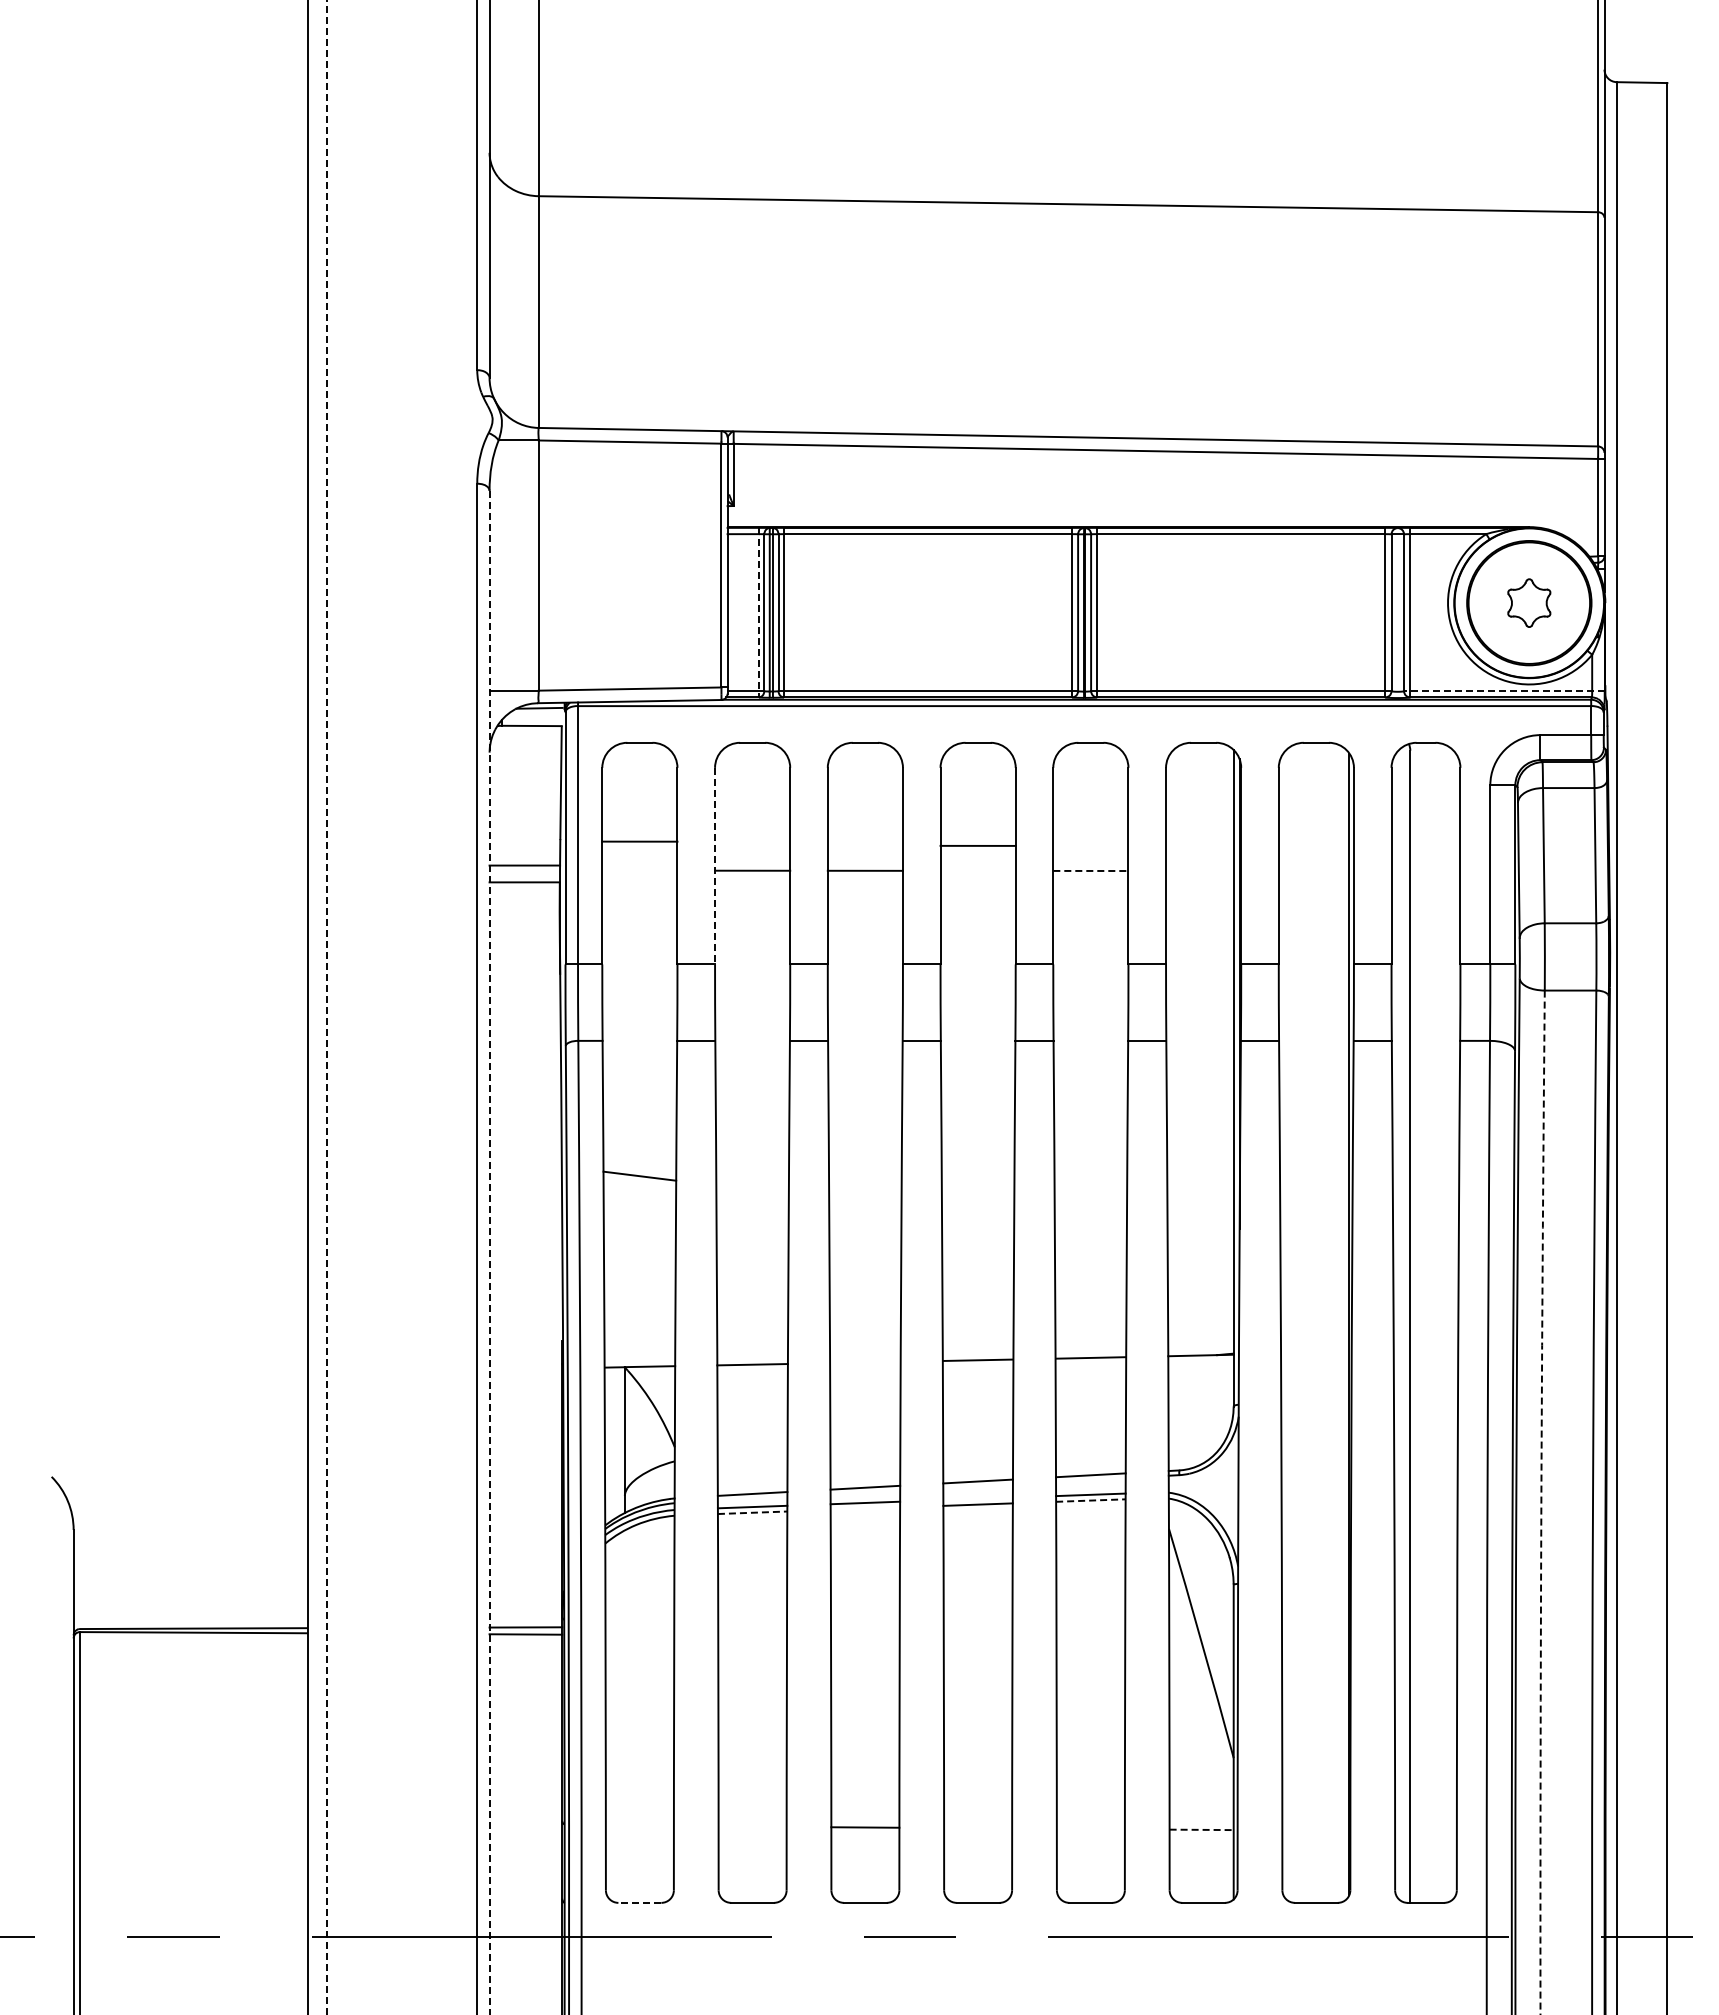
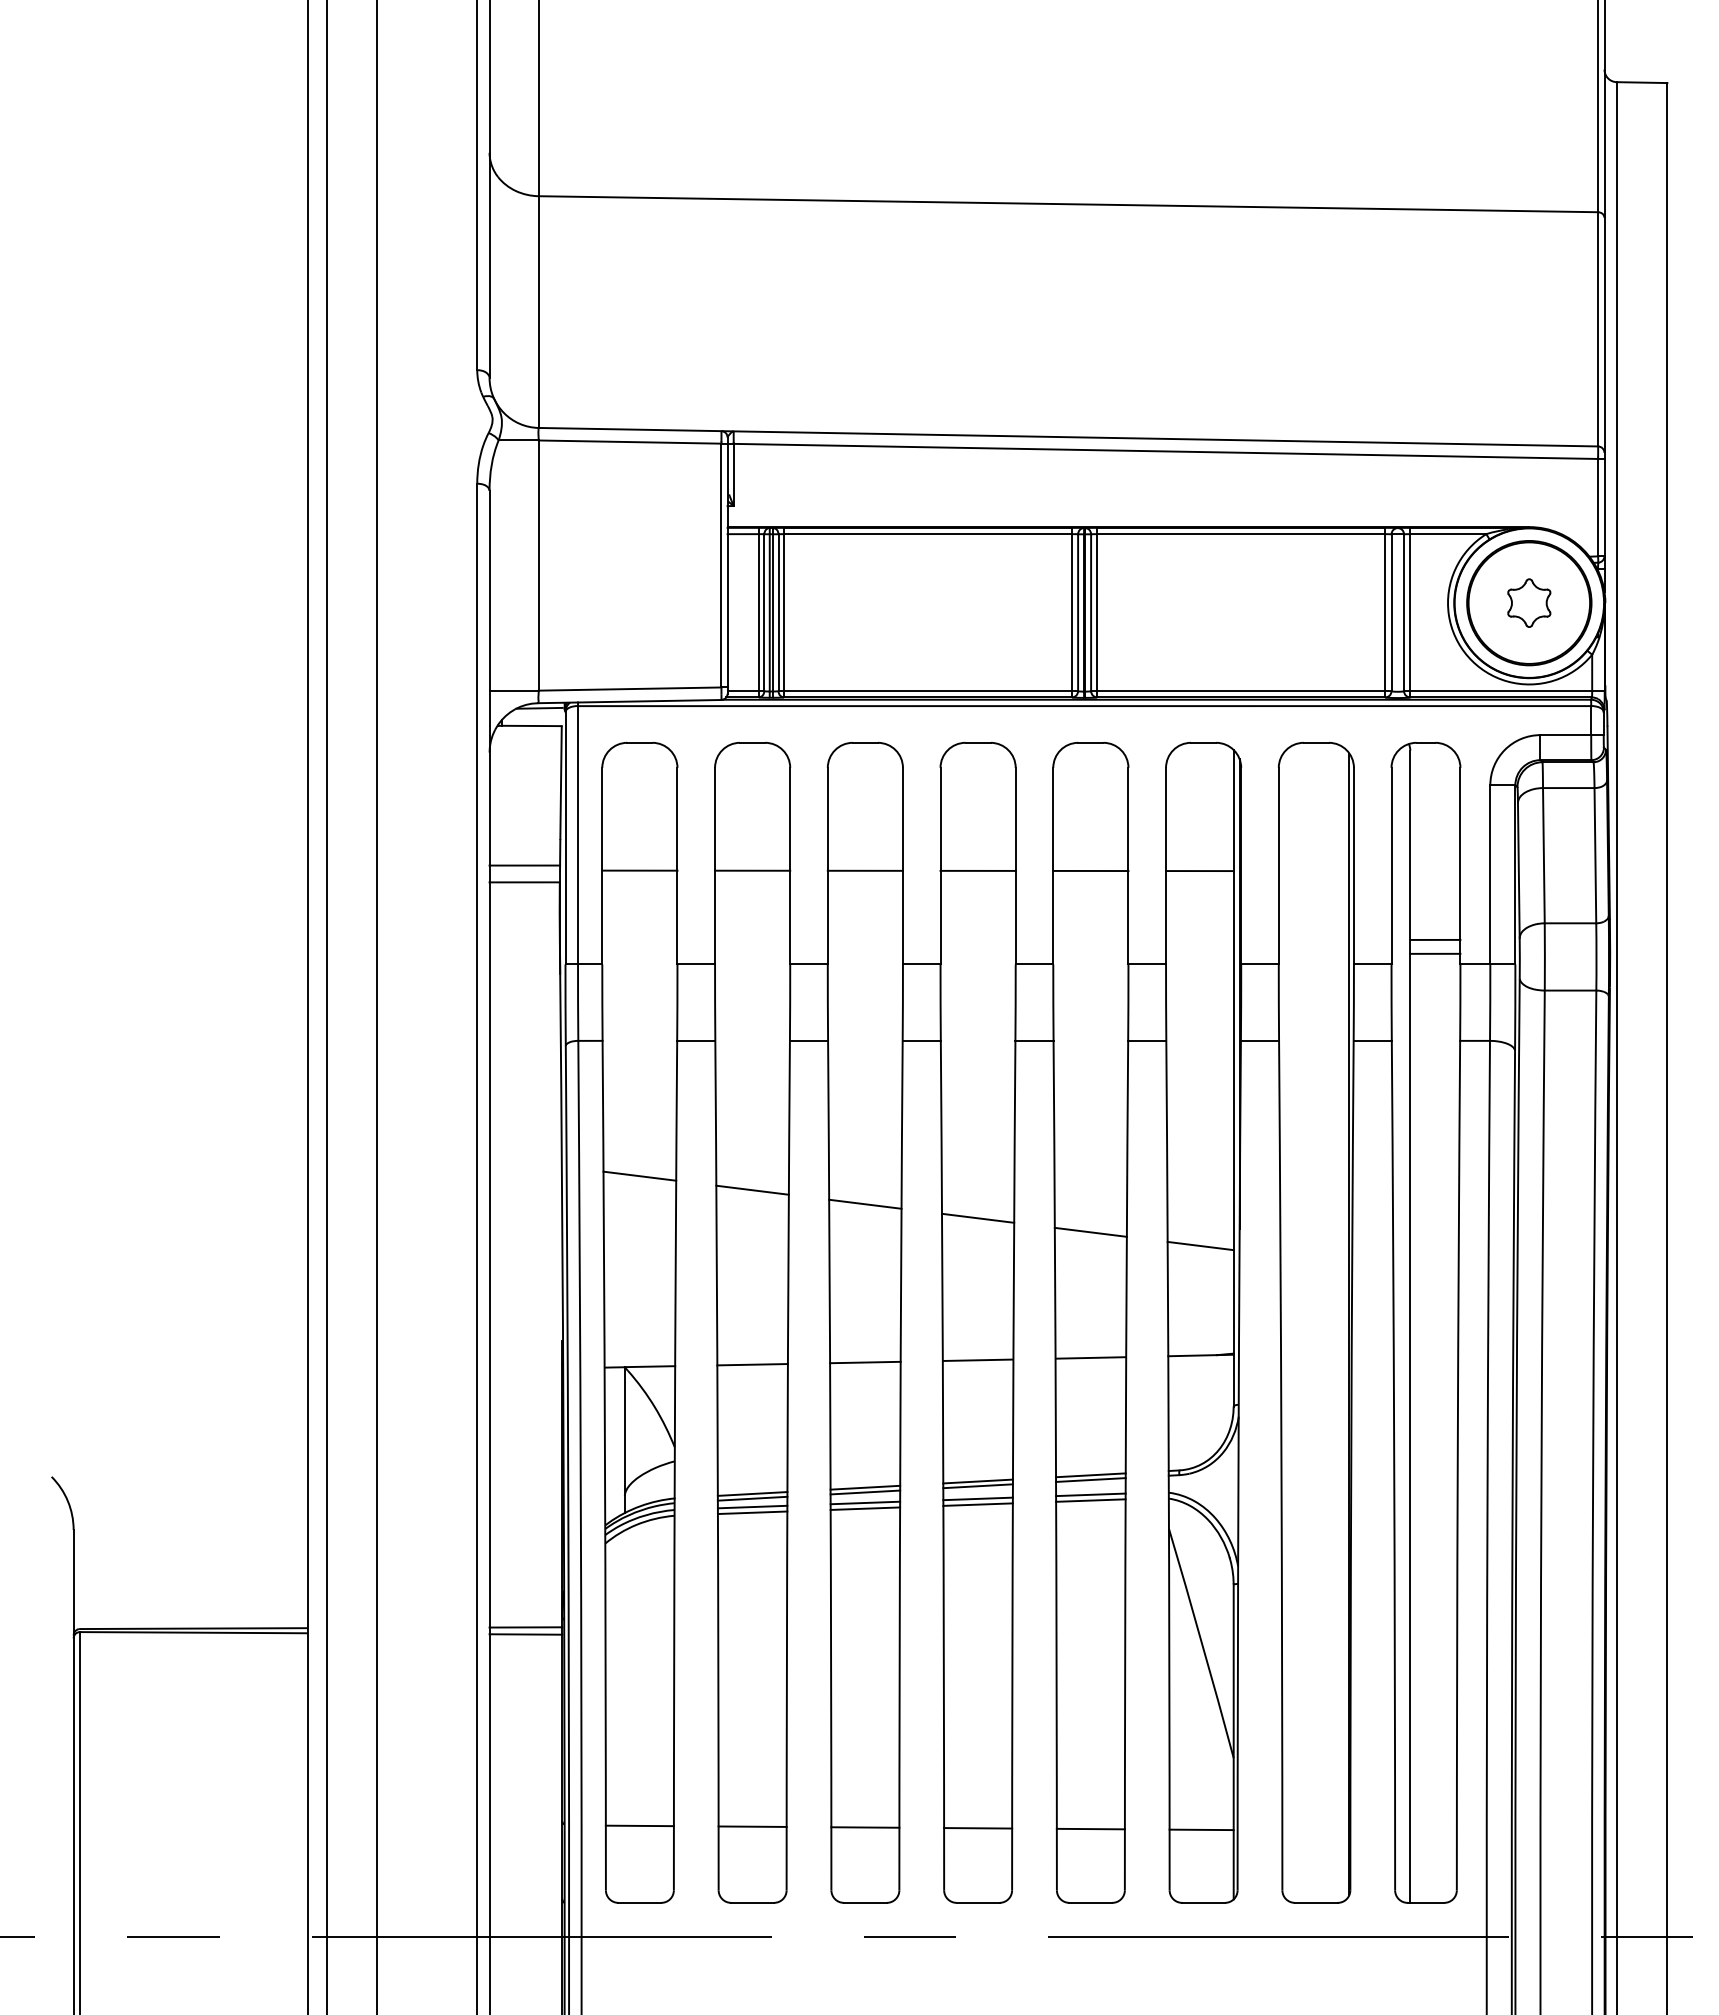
line at (758, 612): dashed -> solid
line at (1503, 691): dashed -> solid
line at (639, 841) position: (639, 841) -> (639, 870)
line at (977, 845) position: (977, 845) -> (977, 870)
line at (715, 866): dashed -> solid
line at (1090, 870): dashed -> solid
line at (1199, 871): none -> present
line at (1435, 939): none -> present
line at (1435, 953): none -> present
line at (376, 1006): none -> present
line at (326, 1007): dashed -> solid
line at (752, 1189): none -> present
line at (865, 1203): none -> present
line at (978, 1217): none -> present
line at (1090, 1231): none -> present
line at (1200, 1245): none -> present
line at (489, 1252): dashed -> solid
line at (865, 1362): none -> present
line at (1090, 1479): none -> present
line at (977, 1486): none -> present
line at (865, 1492): none -> present
line at (752, 1498): none -> present
line at (977, 1498): none -> present
line at (1090, 1500): dashed -> solid
arc at (1541, 1502): dashed -> solid
line at (865, 1508): none -> present
line at (752, 1512): dashed -> solid
line at (639, 1825): none -> present
line at (752, 1826): none -> present
line at (978, 1828): none -> present
line at (1090, 1828): none -> present
line at (1202, 1829): dashed -> solid
line at (639, 1902): dashed -> solid
